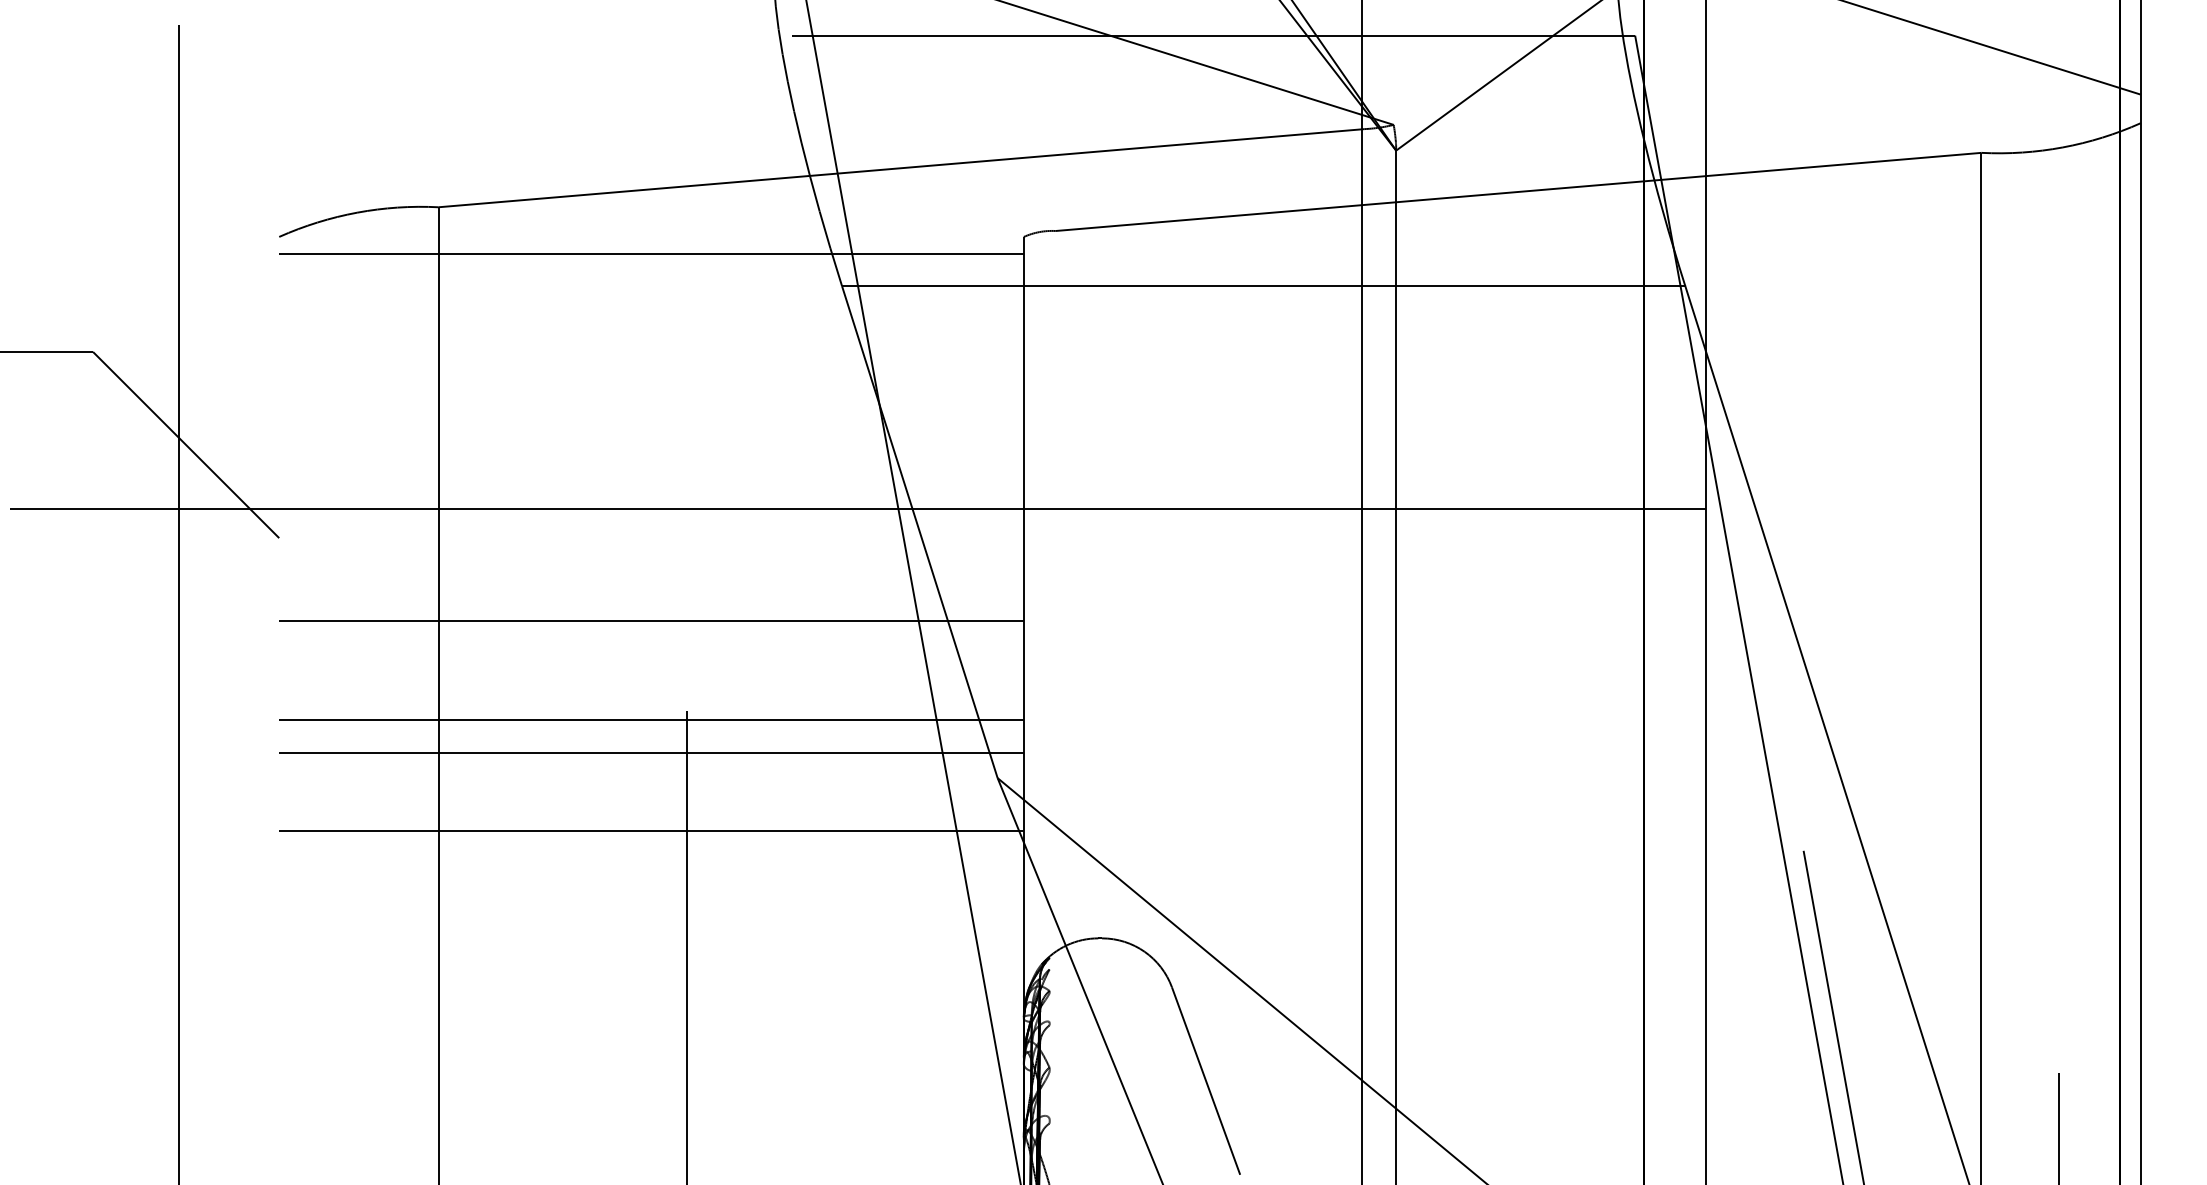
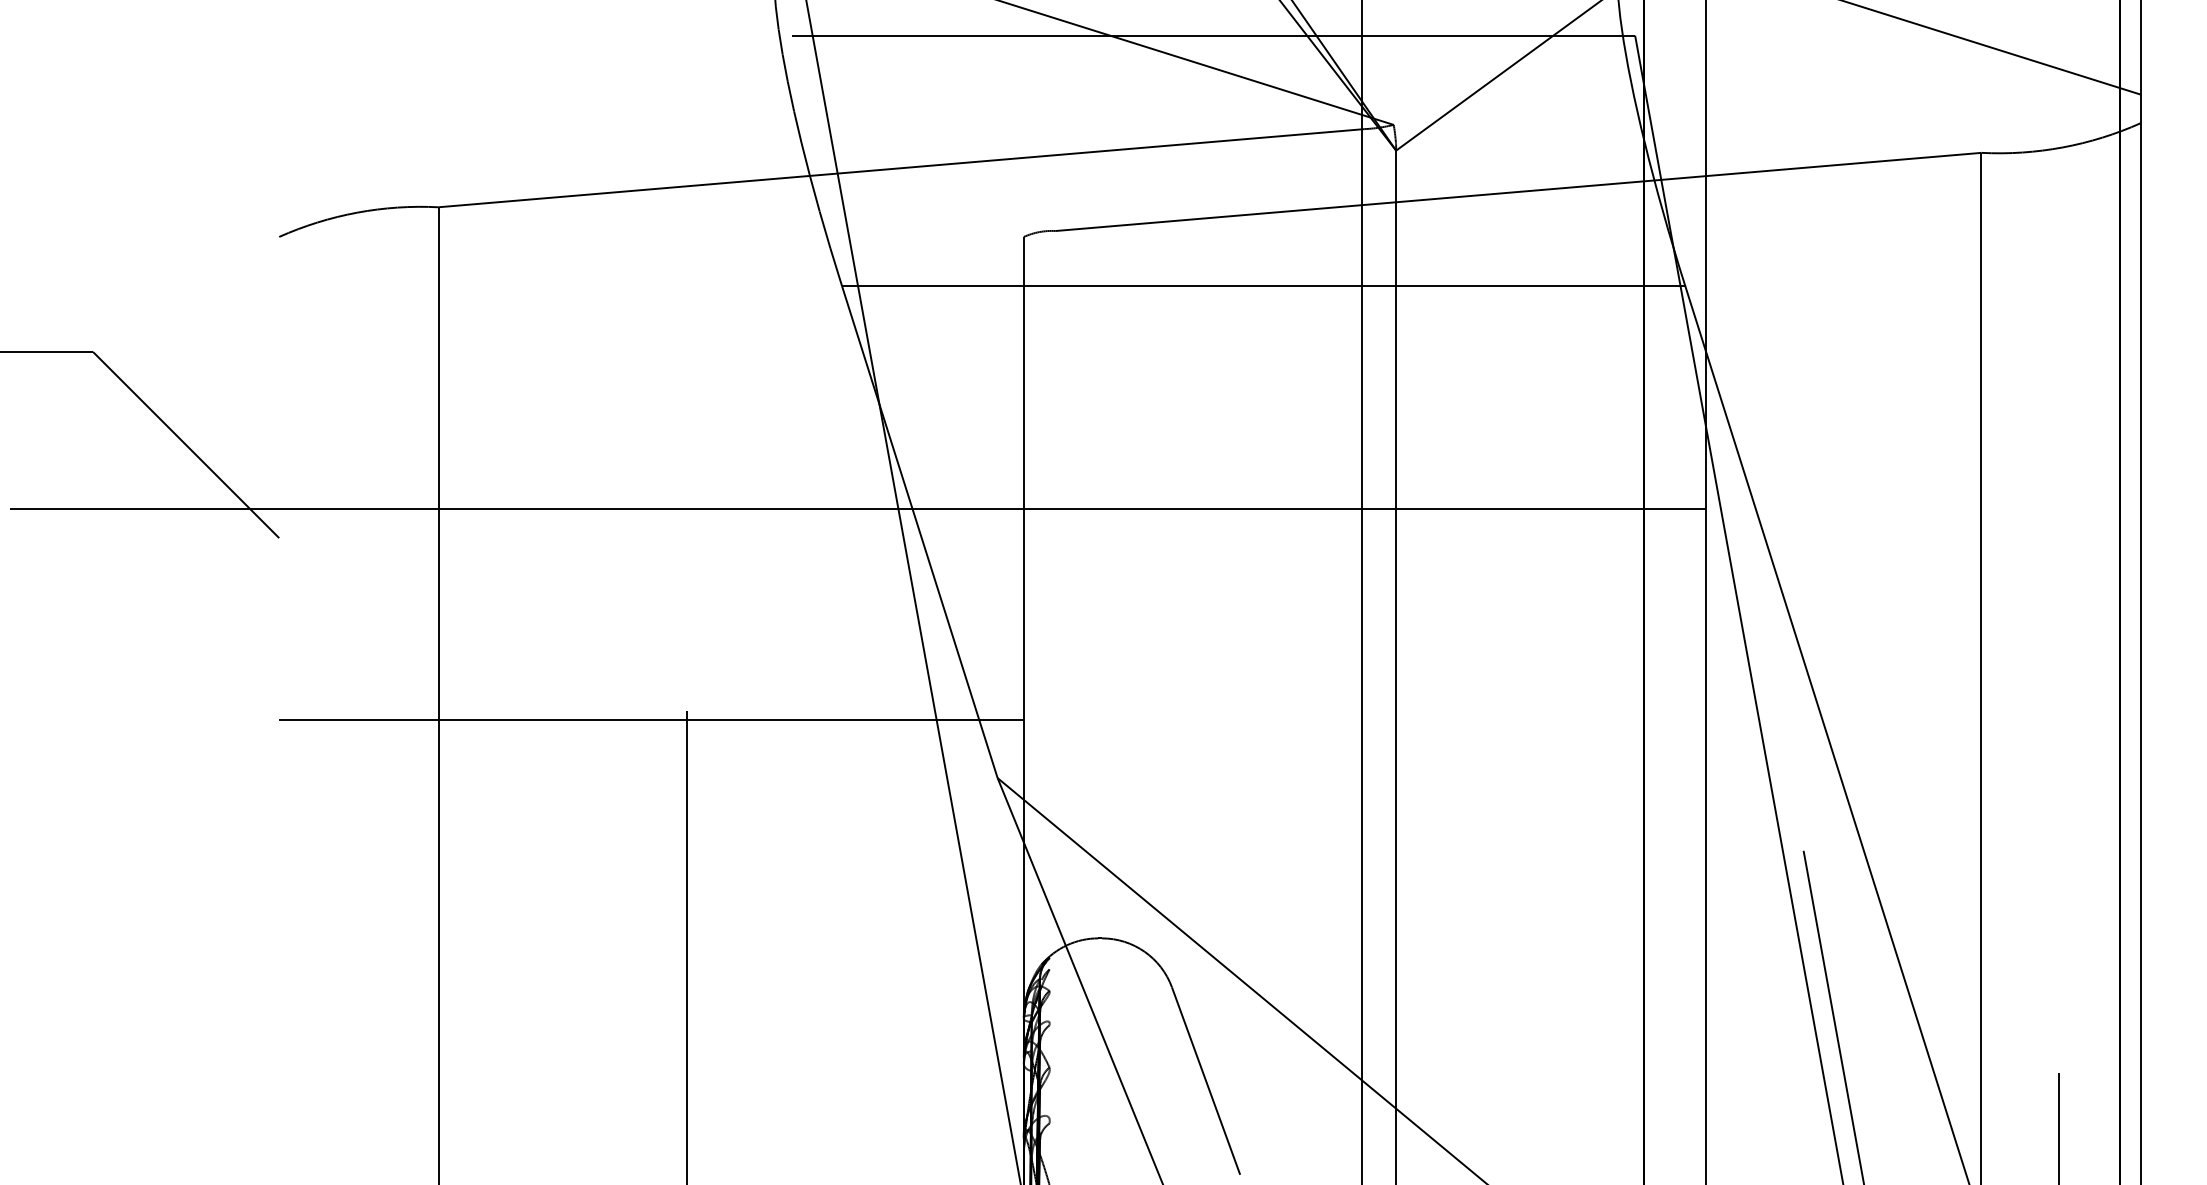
line at (651, 253): present -> none
line at (179, 602): present -> none
line at (651, 621): present -> none
line at (651, 753): present -> none
line at (651, 830): present -> none
